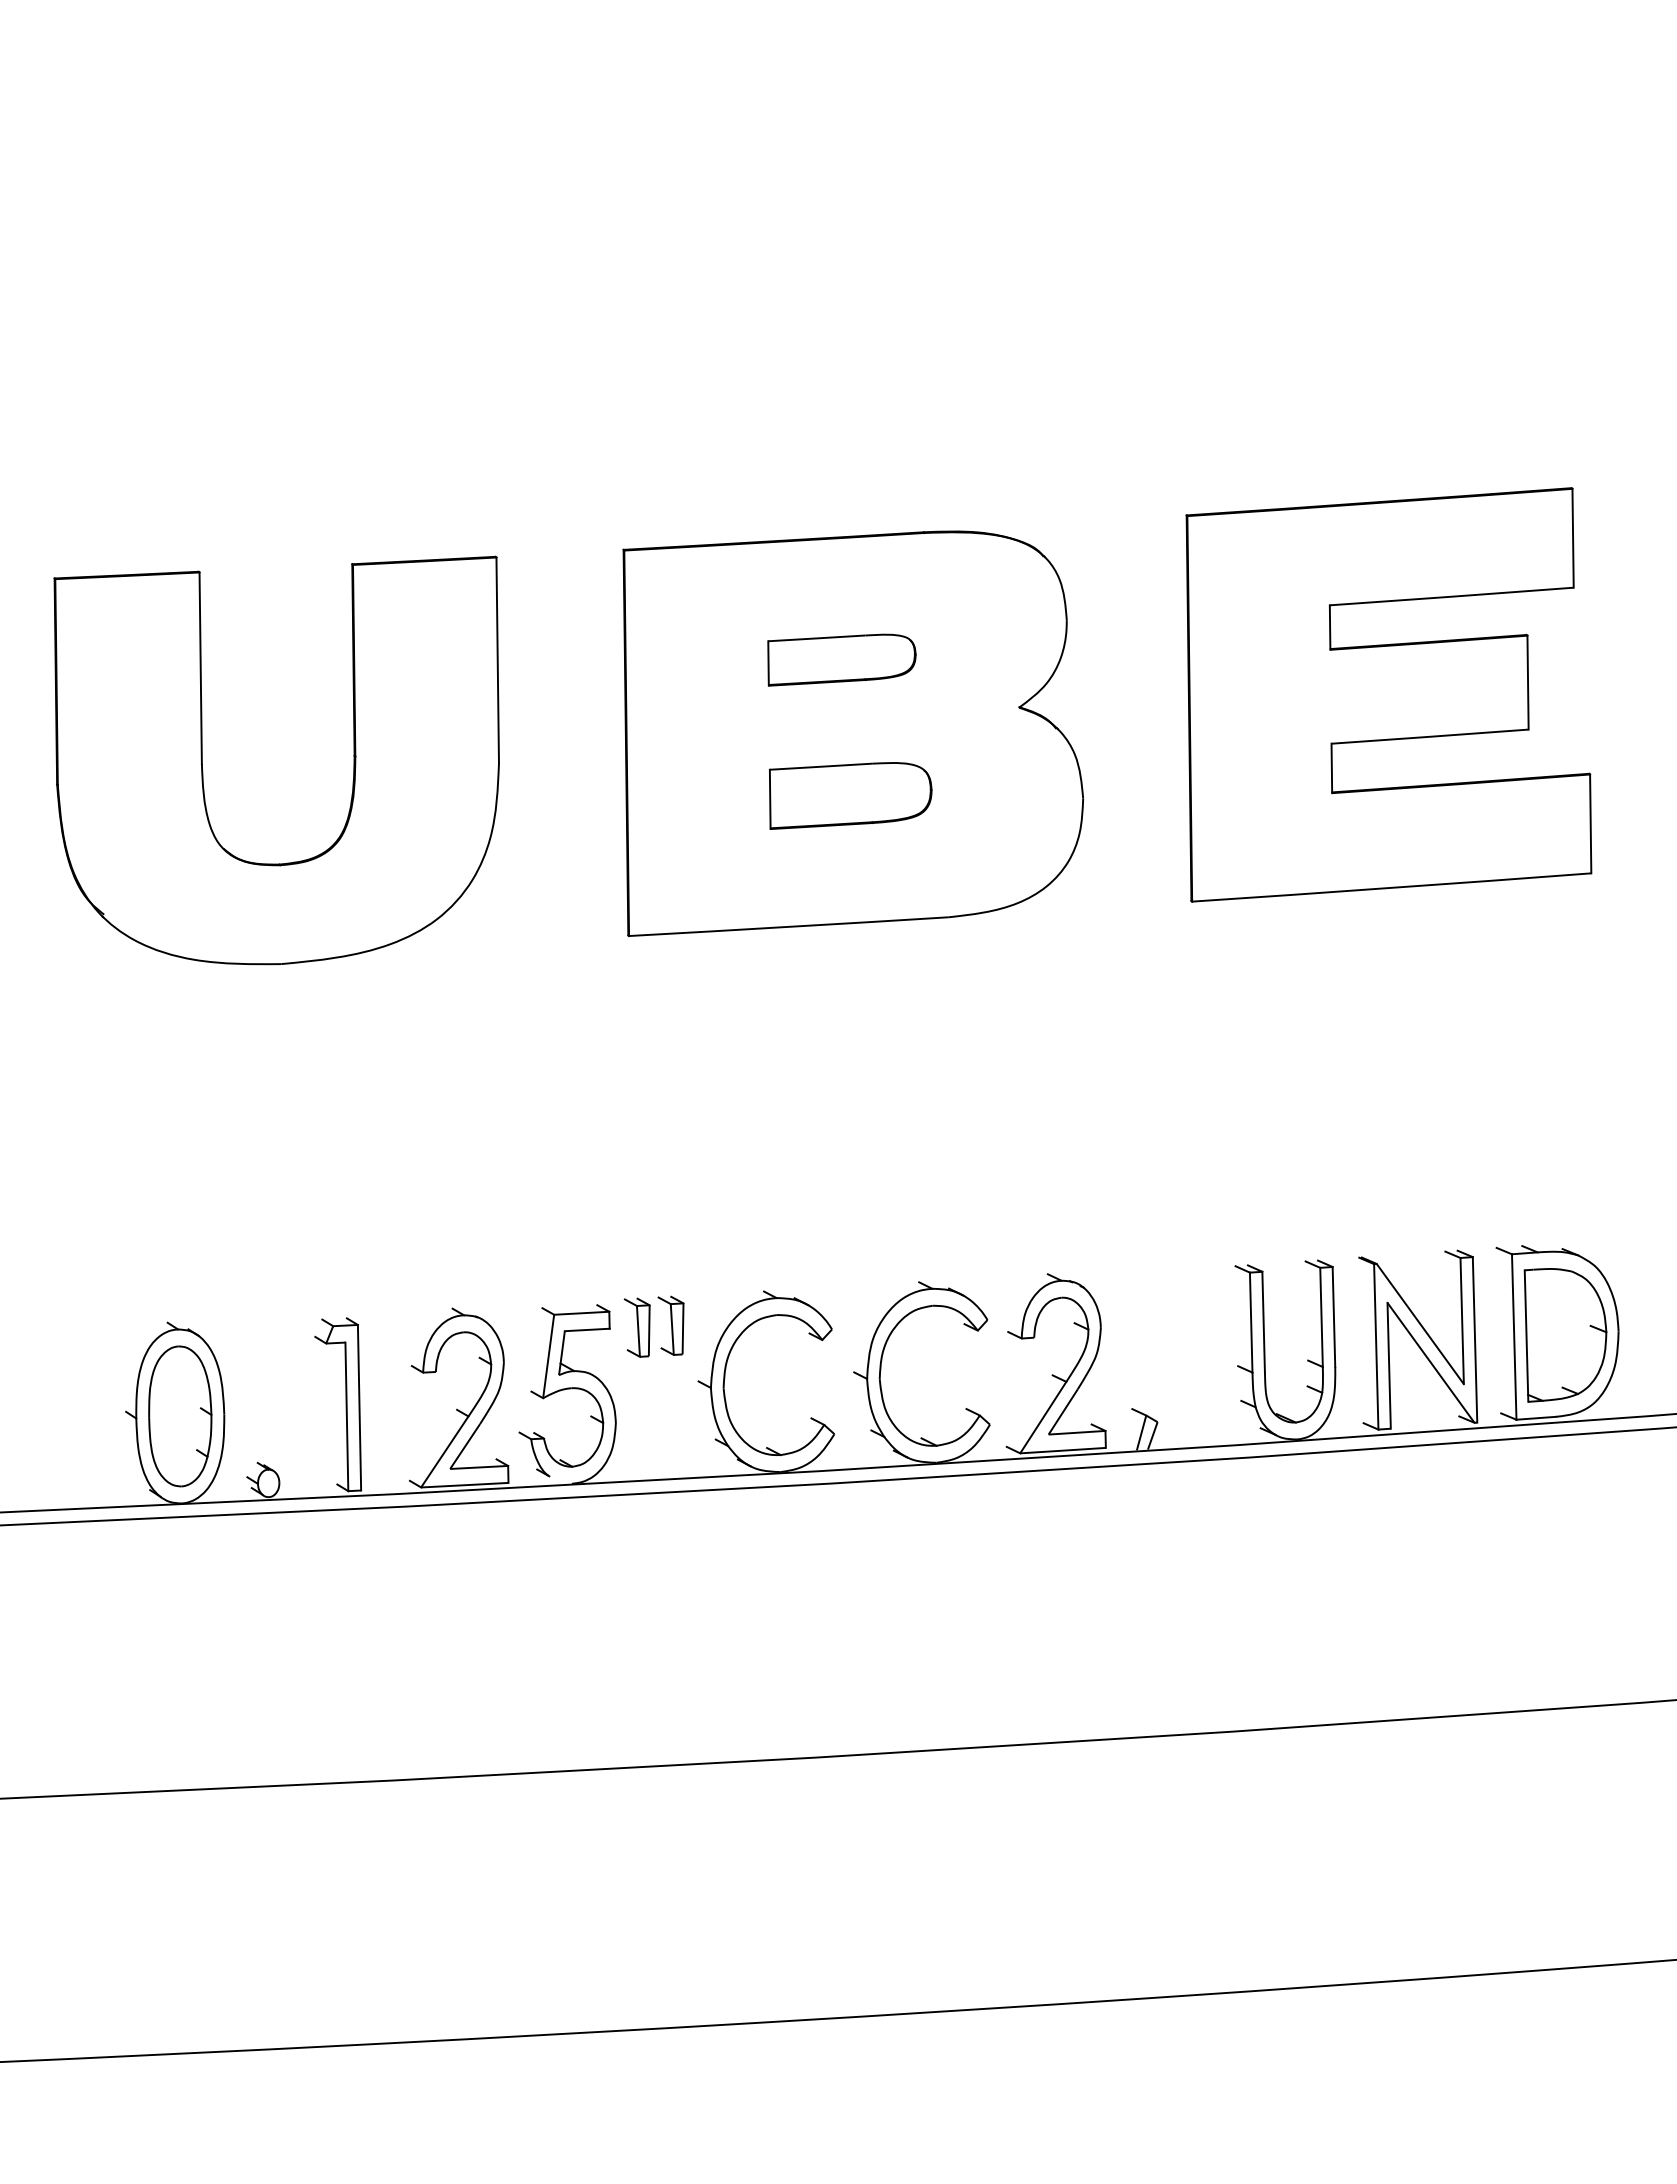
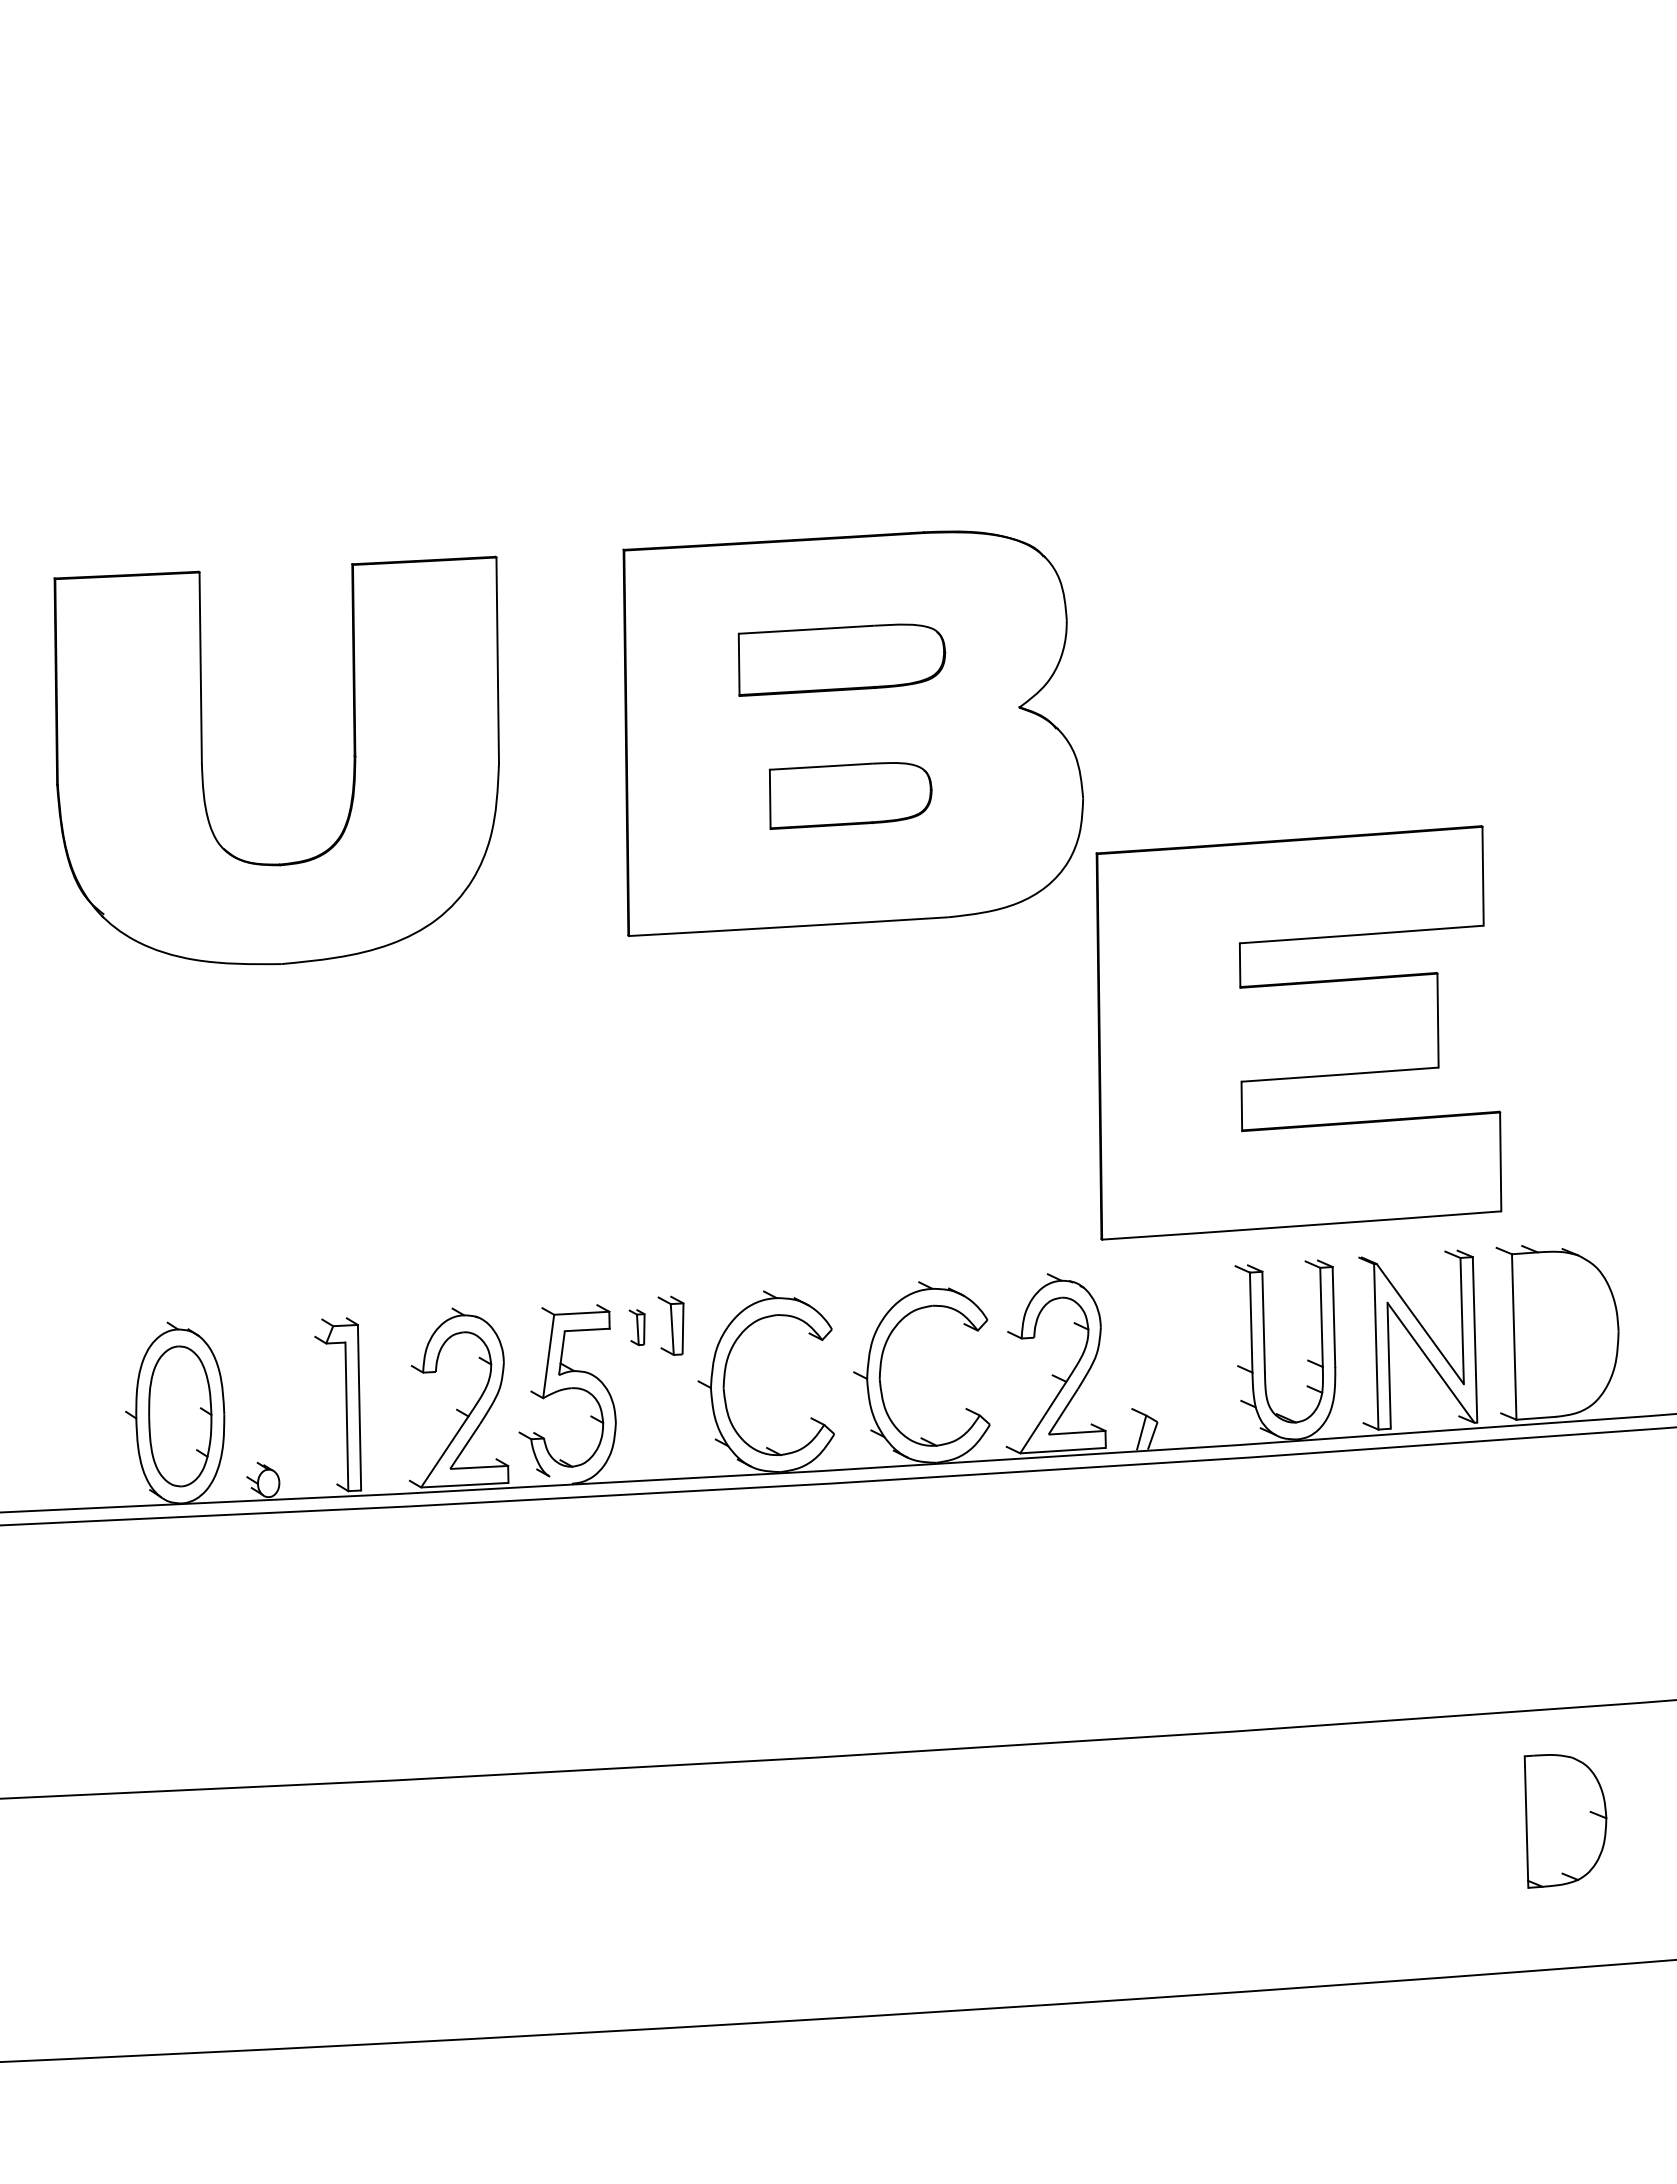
part at (841, 659) size: 150x54 px -> 210x74 px
part at (1388, 694) position: (1388, 694) -> (1298, 1032)
part at (636, 1327) size: 28x61 px -> 18x37 px
part at (1565, 1335) position: (1565, 1335) -> (1565, 1821)
